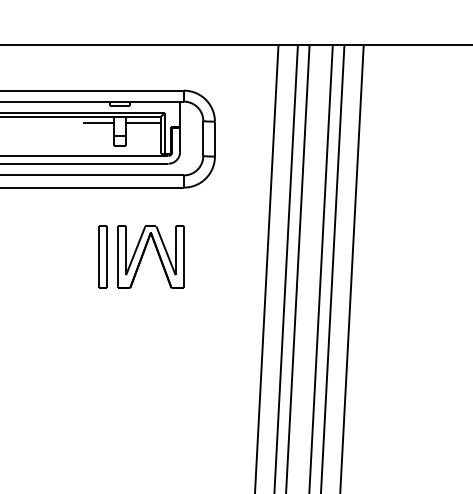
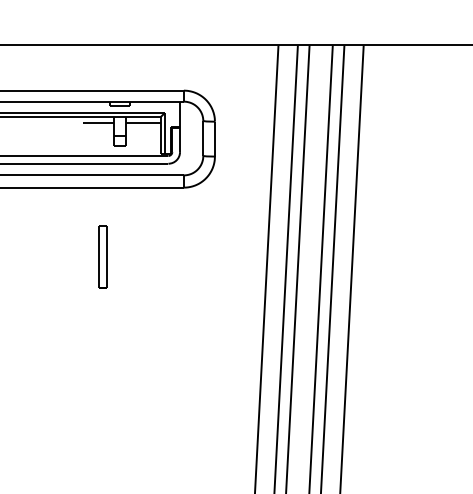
part at (144, 253): present -> none
